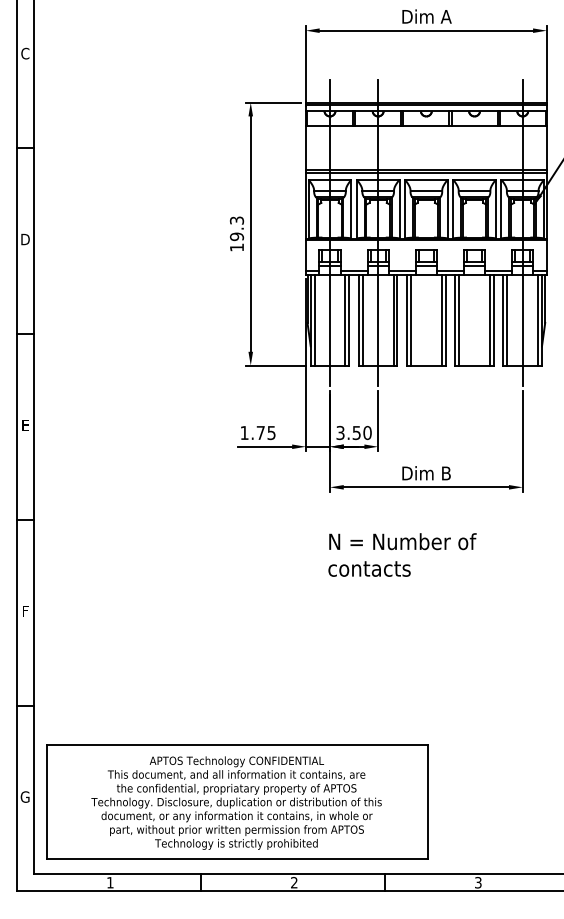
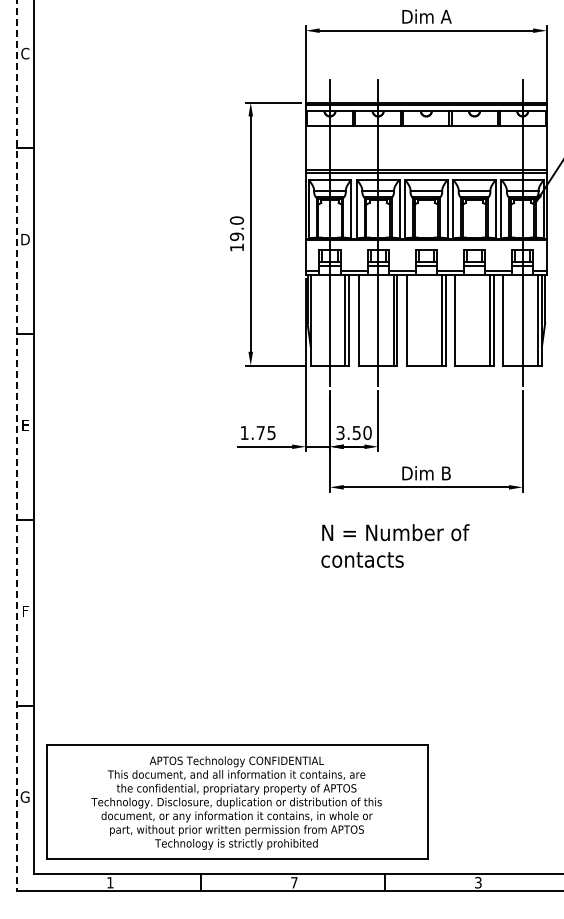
text at (236, 220): 19.3 -> 19.0
line at (314, 319): present -> none
line at (362, 319): present -> none
line at (410, 319): present -> none
line at (459, 319): present -> none
line at (507, 319): present -> none
line at (16, 446): solid -> dashed
text at (402, 554) position: (402, 554) -> (395, 545)
text at (294, 882): 2 -> 7
